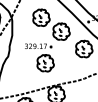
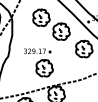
part at (39, 57) position: (39, 57) -> (38, 62)
